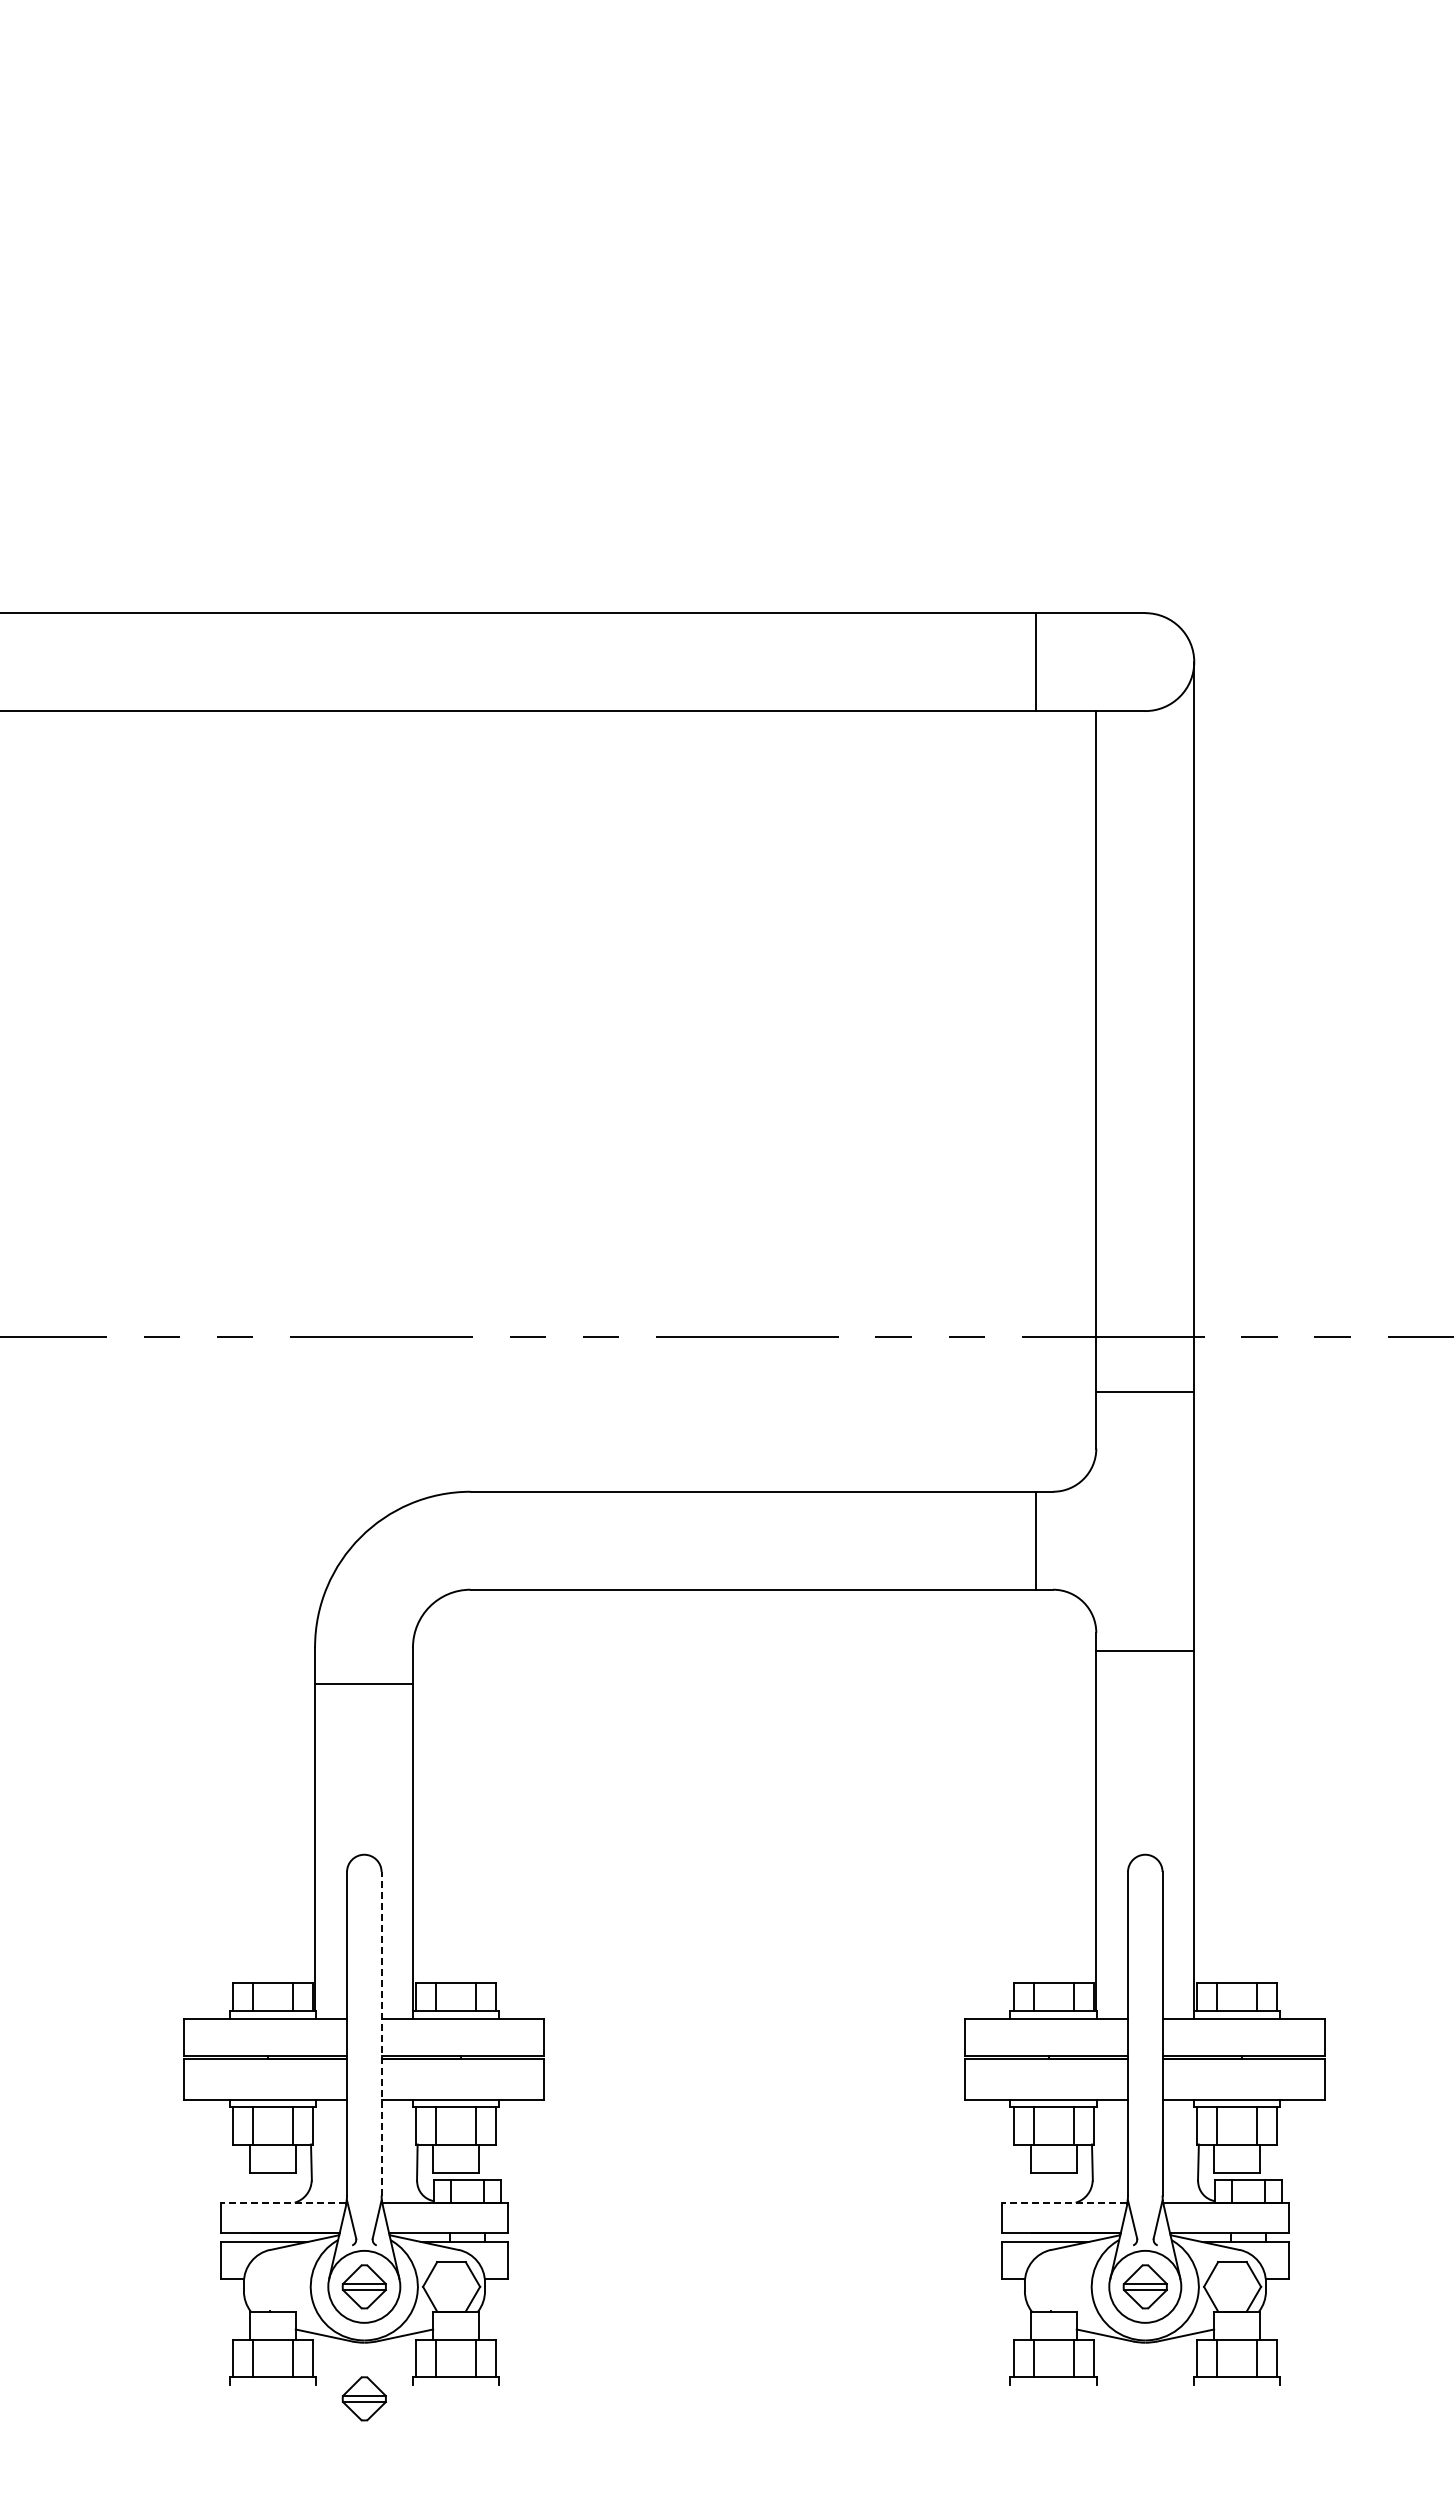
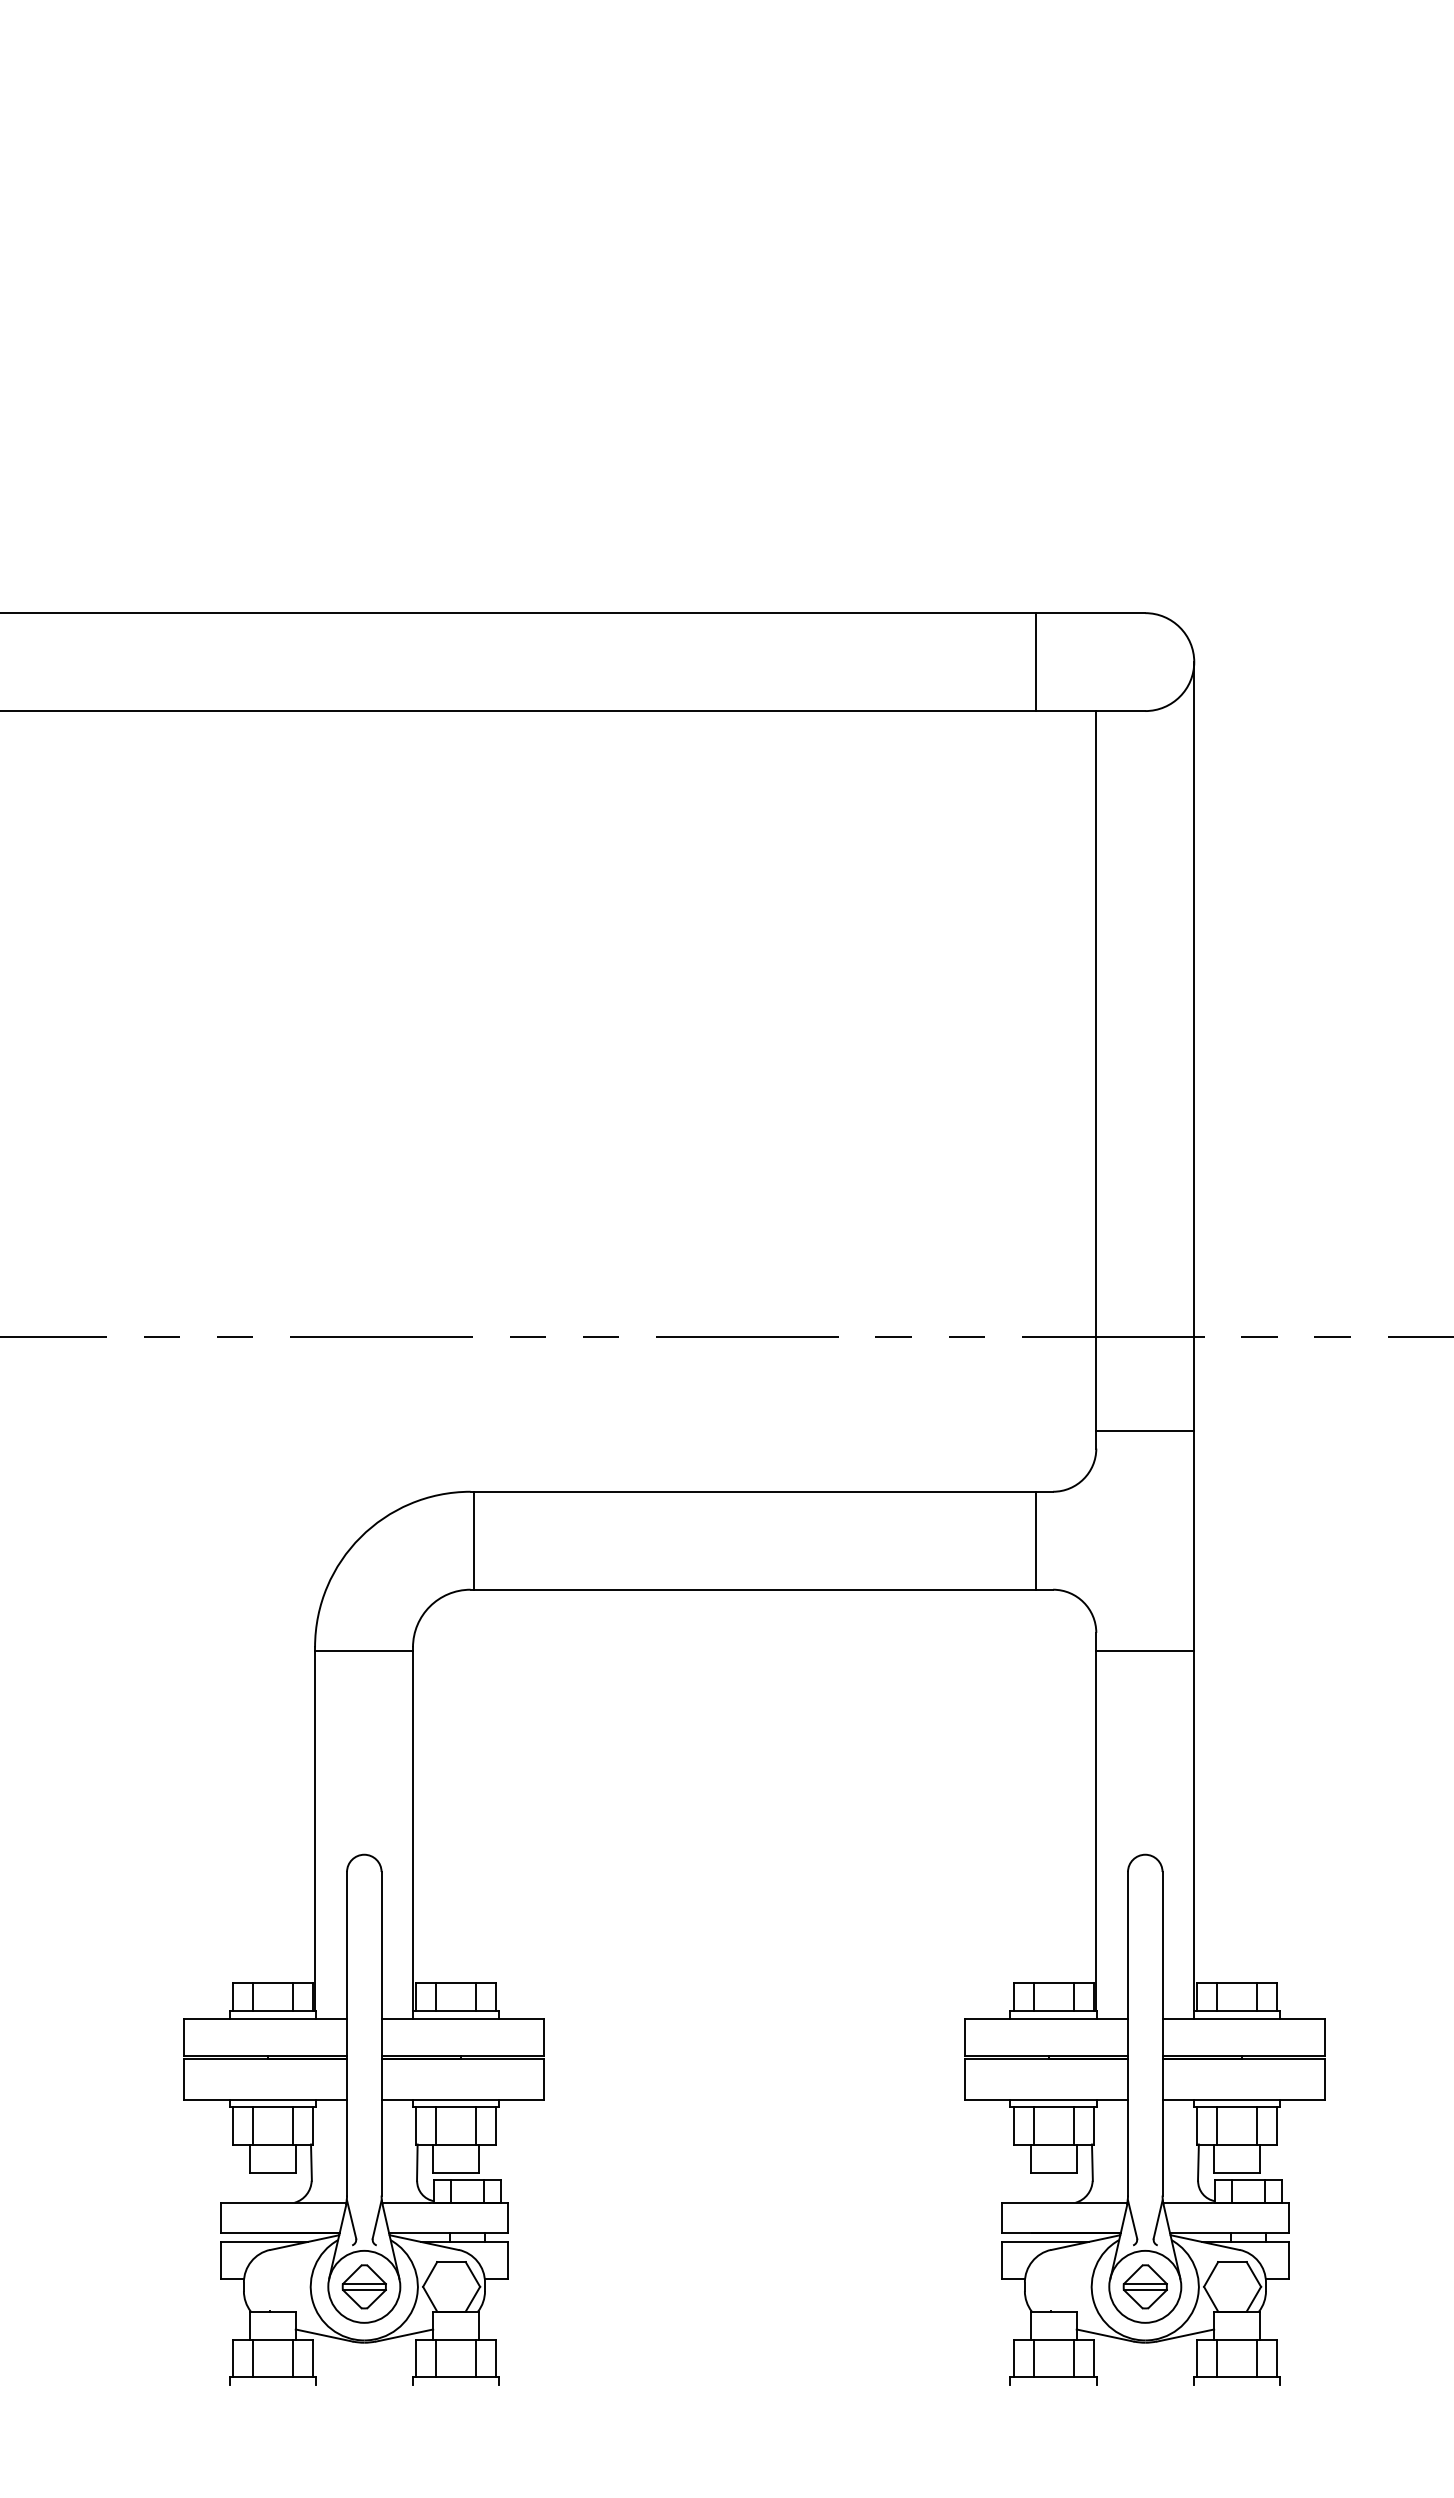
line at (1145, 1391) position: (1145, 1391) -> (1145, 1430)
line at (473, 1540): none -> present
line at (364, 1683) position: (364, 1683) -> (364, 1650)
line at (381, 2033): dashed -> solid
line at (283, 2202): dashed -> solid
line at (1064, 2202): dashed -> solid
part at (363, 2398): present -> none
